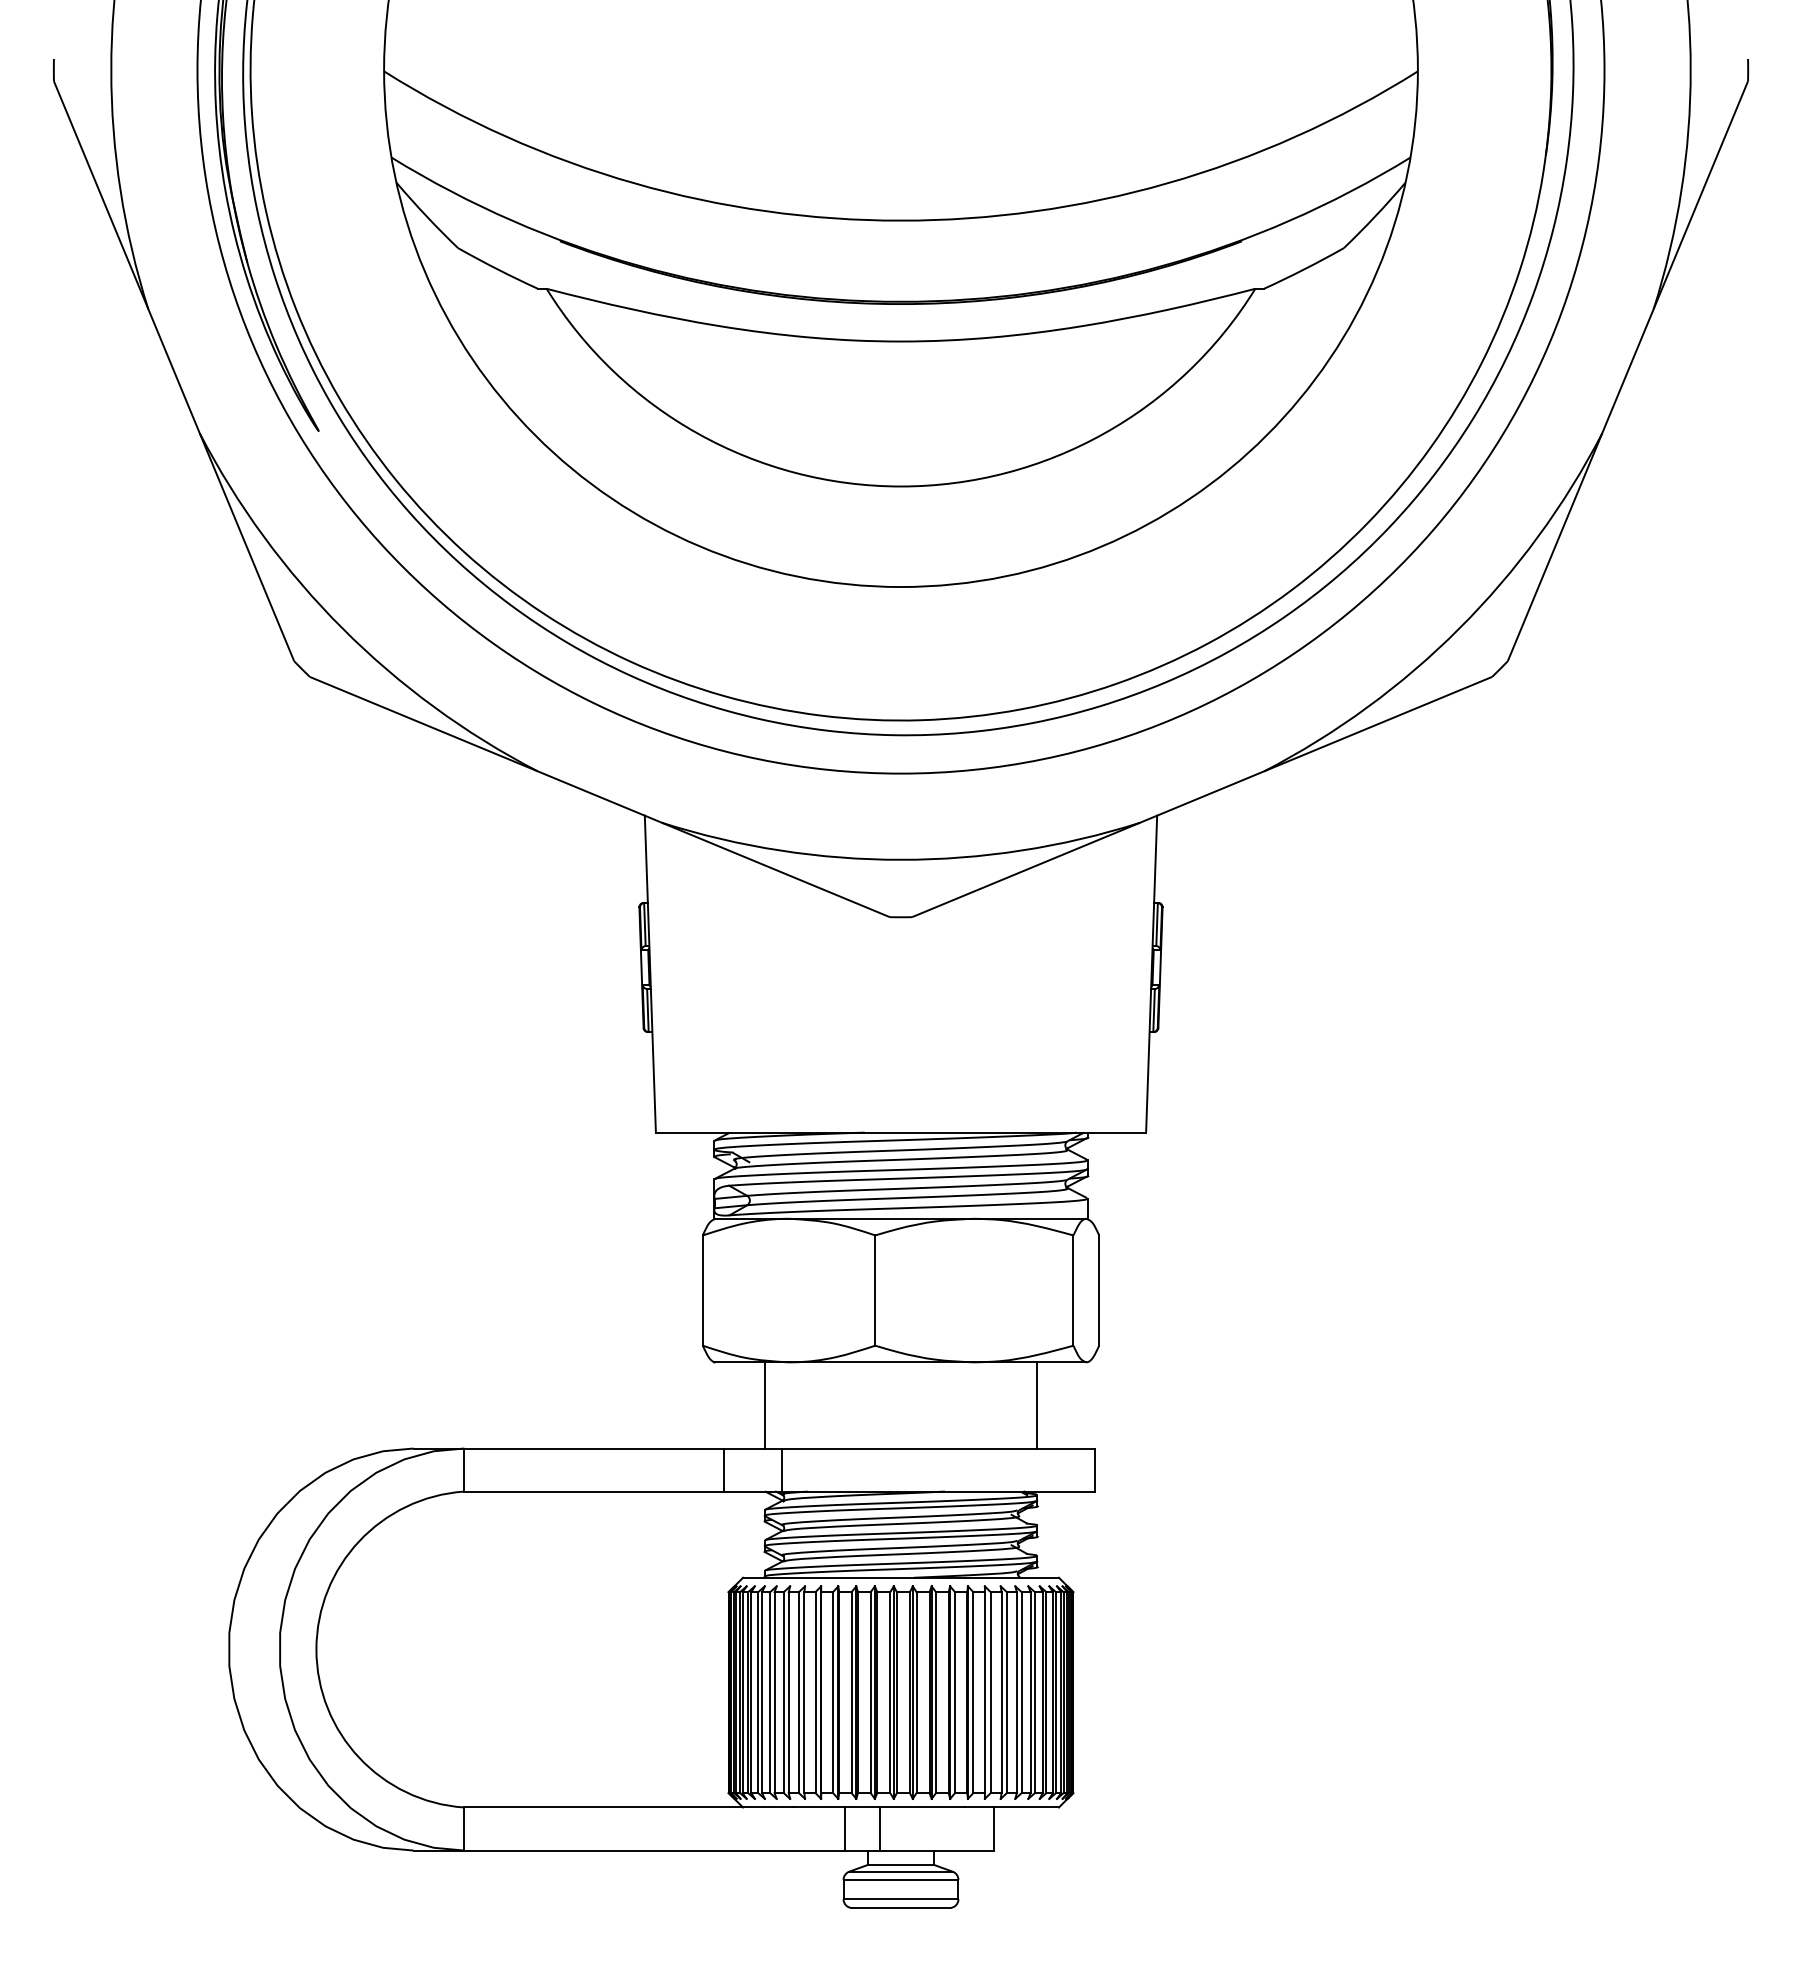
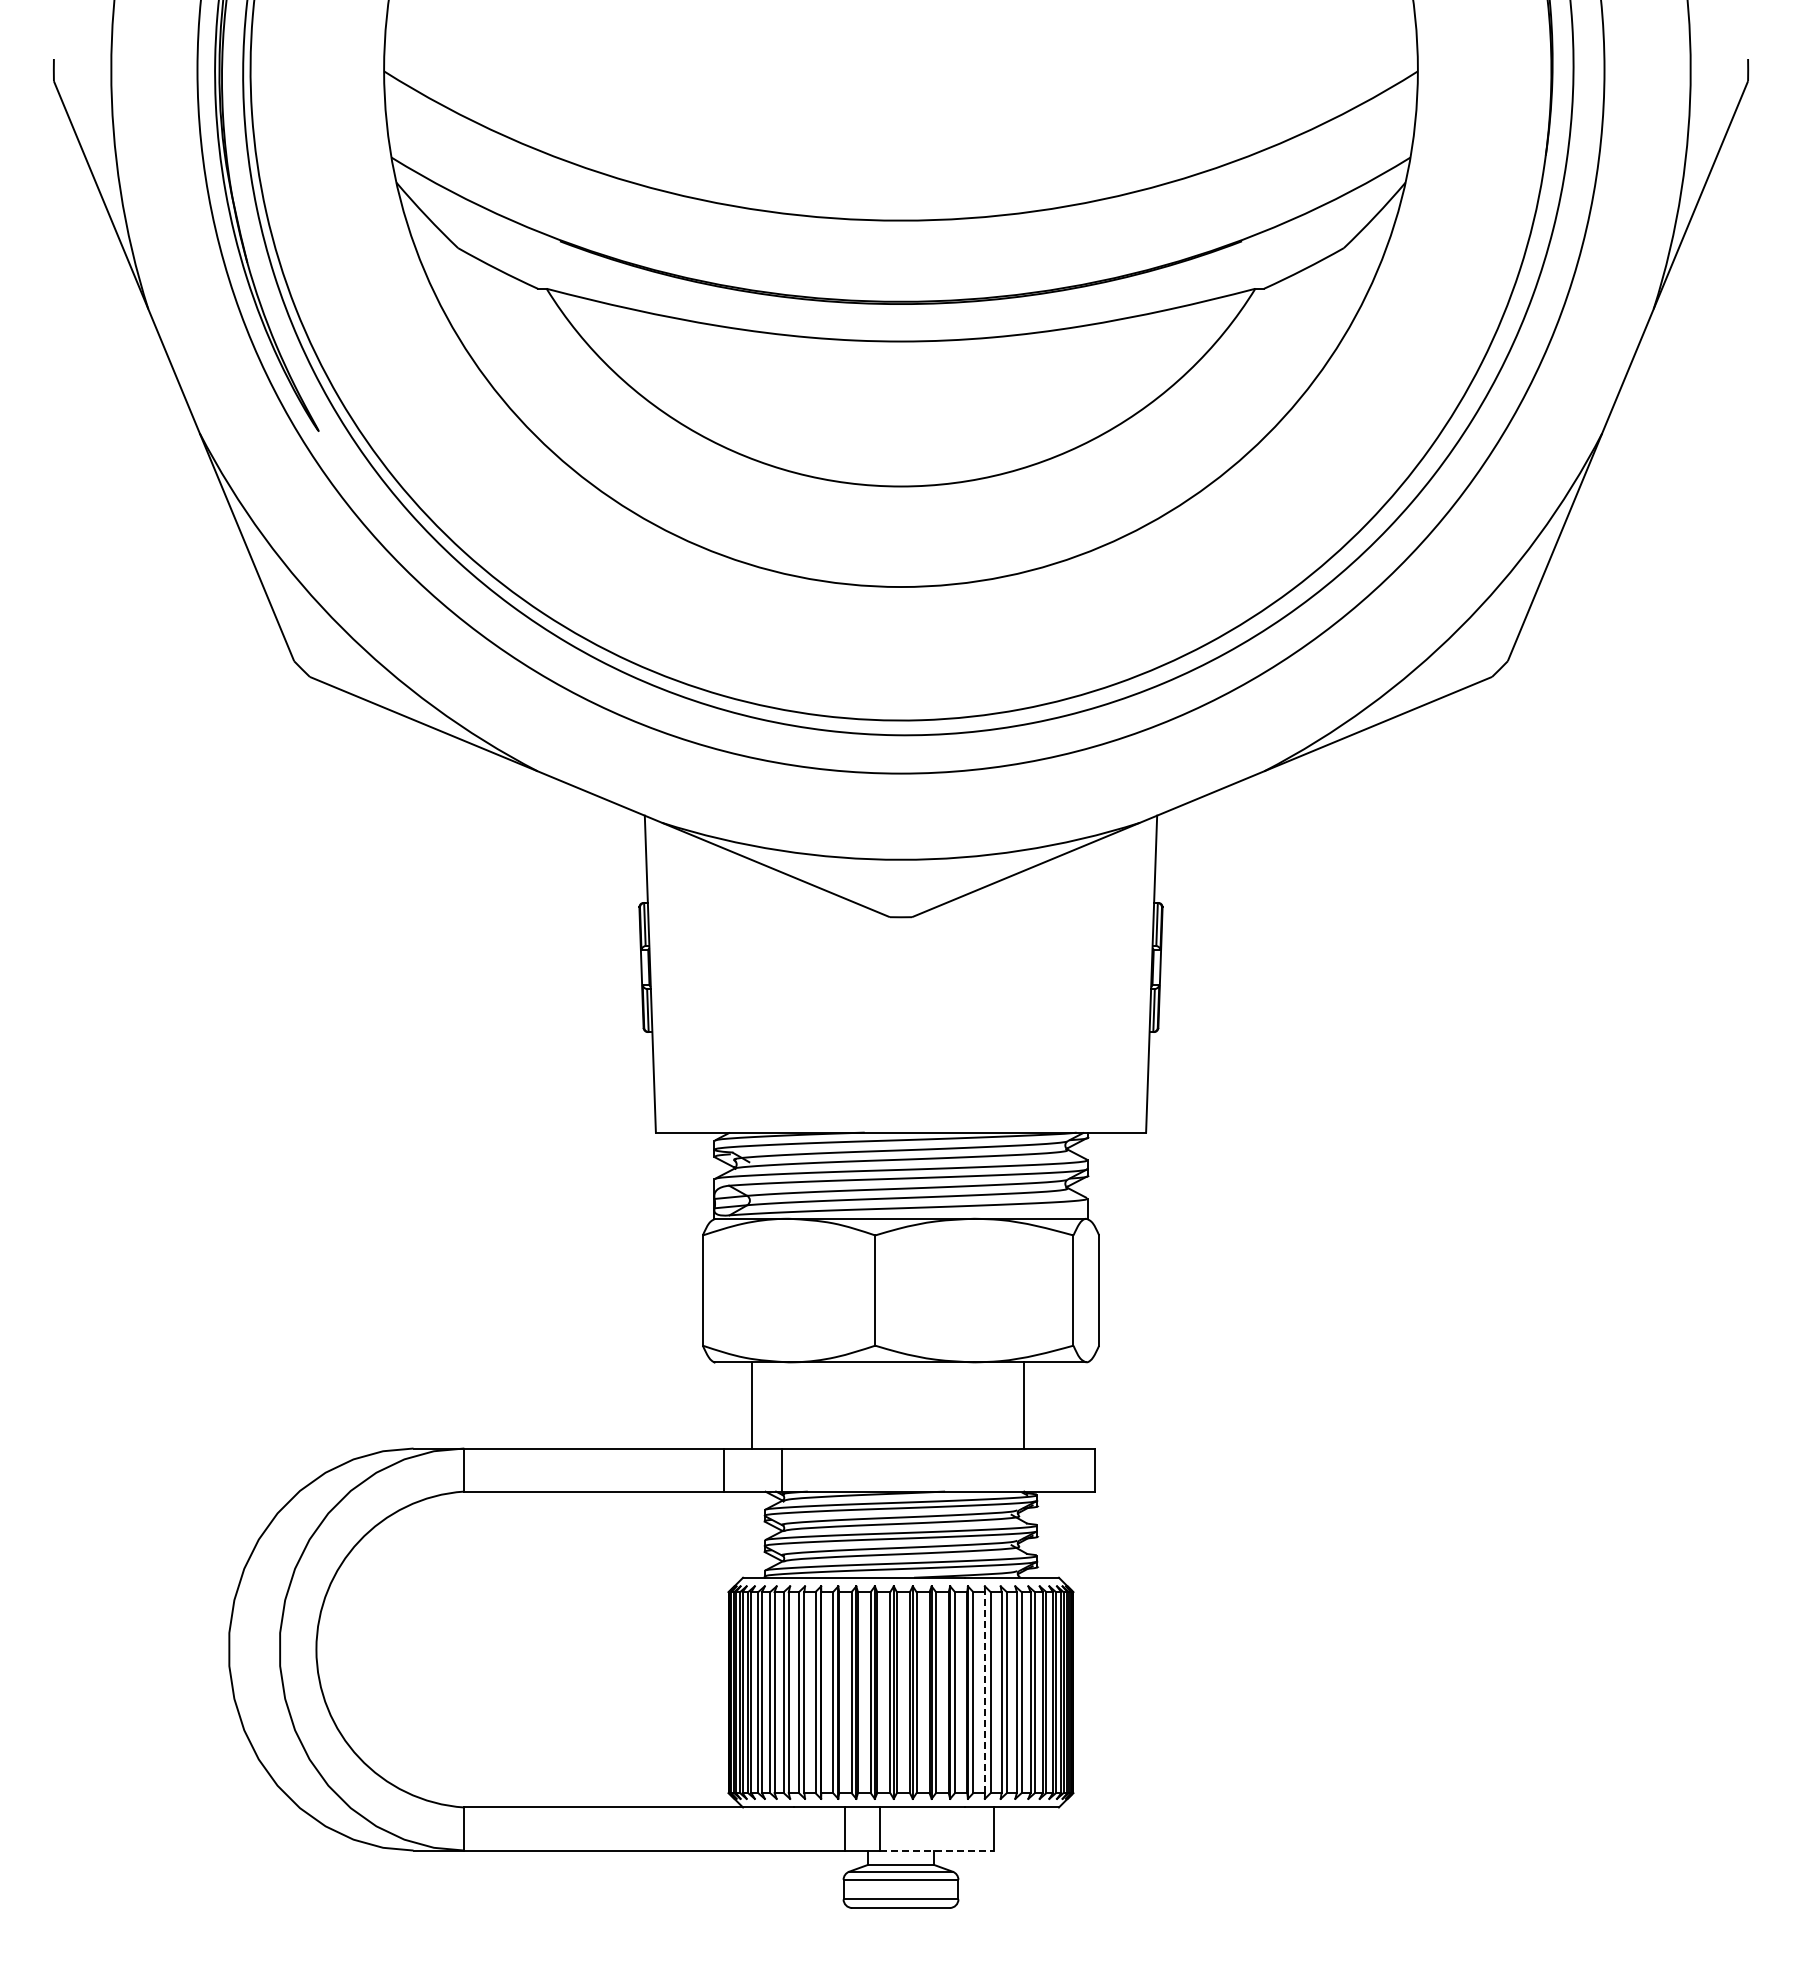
line at (764, 1405) position: (764, 1405) -> (751, 1405)
line at (1037, 1405) position: (1037, 1405) -> (1024, 1405)
line at (984, 1692): solid -> dashed
line at (937, 1850): solid -> dashed
